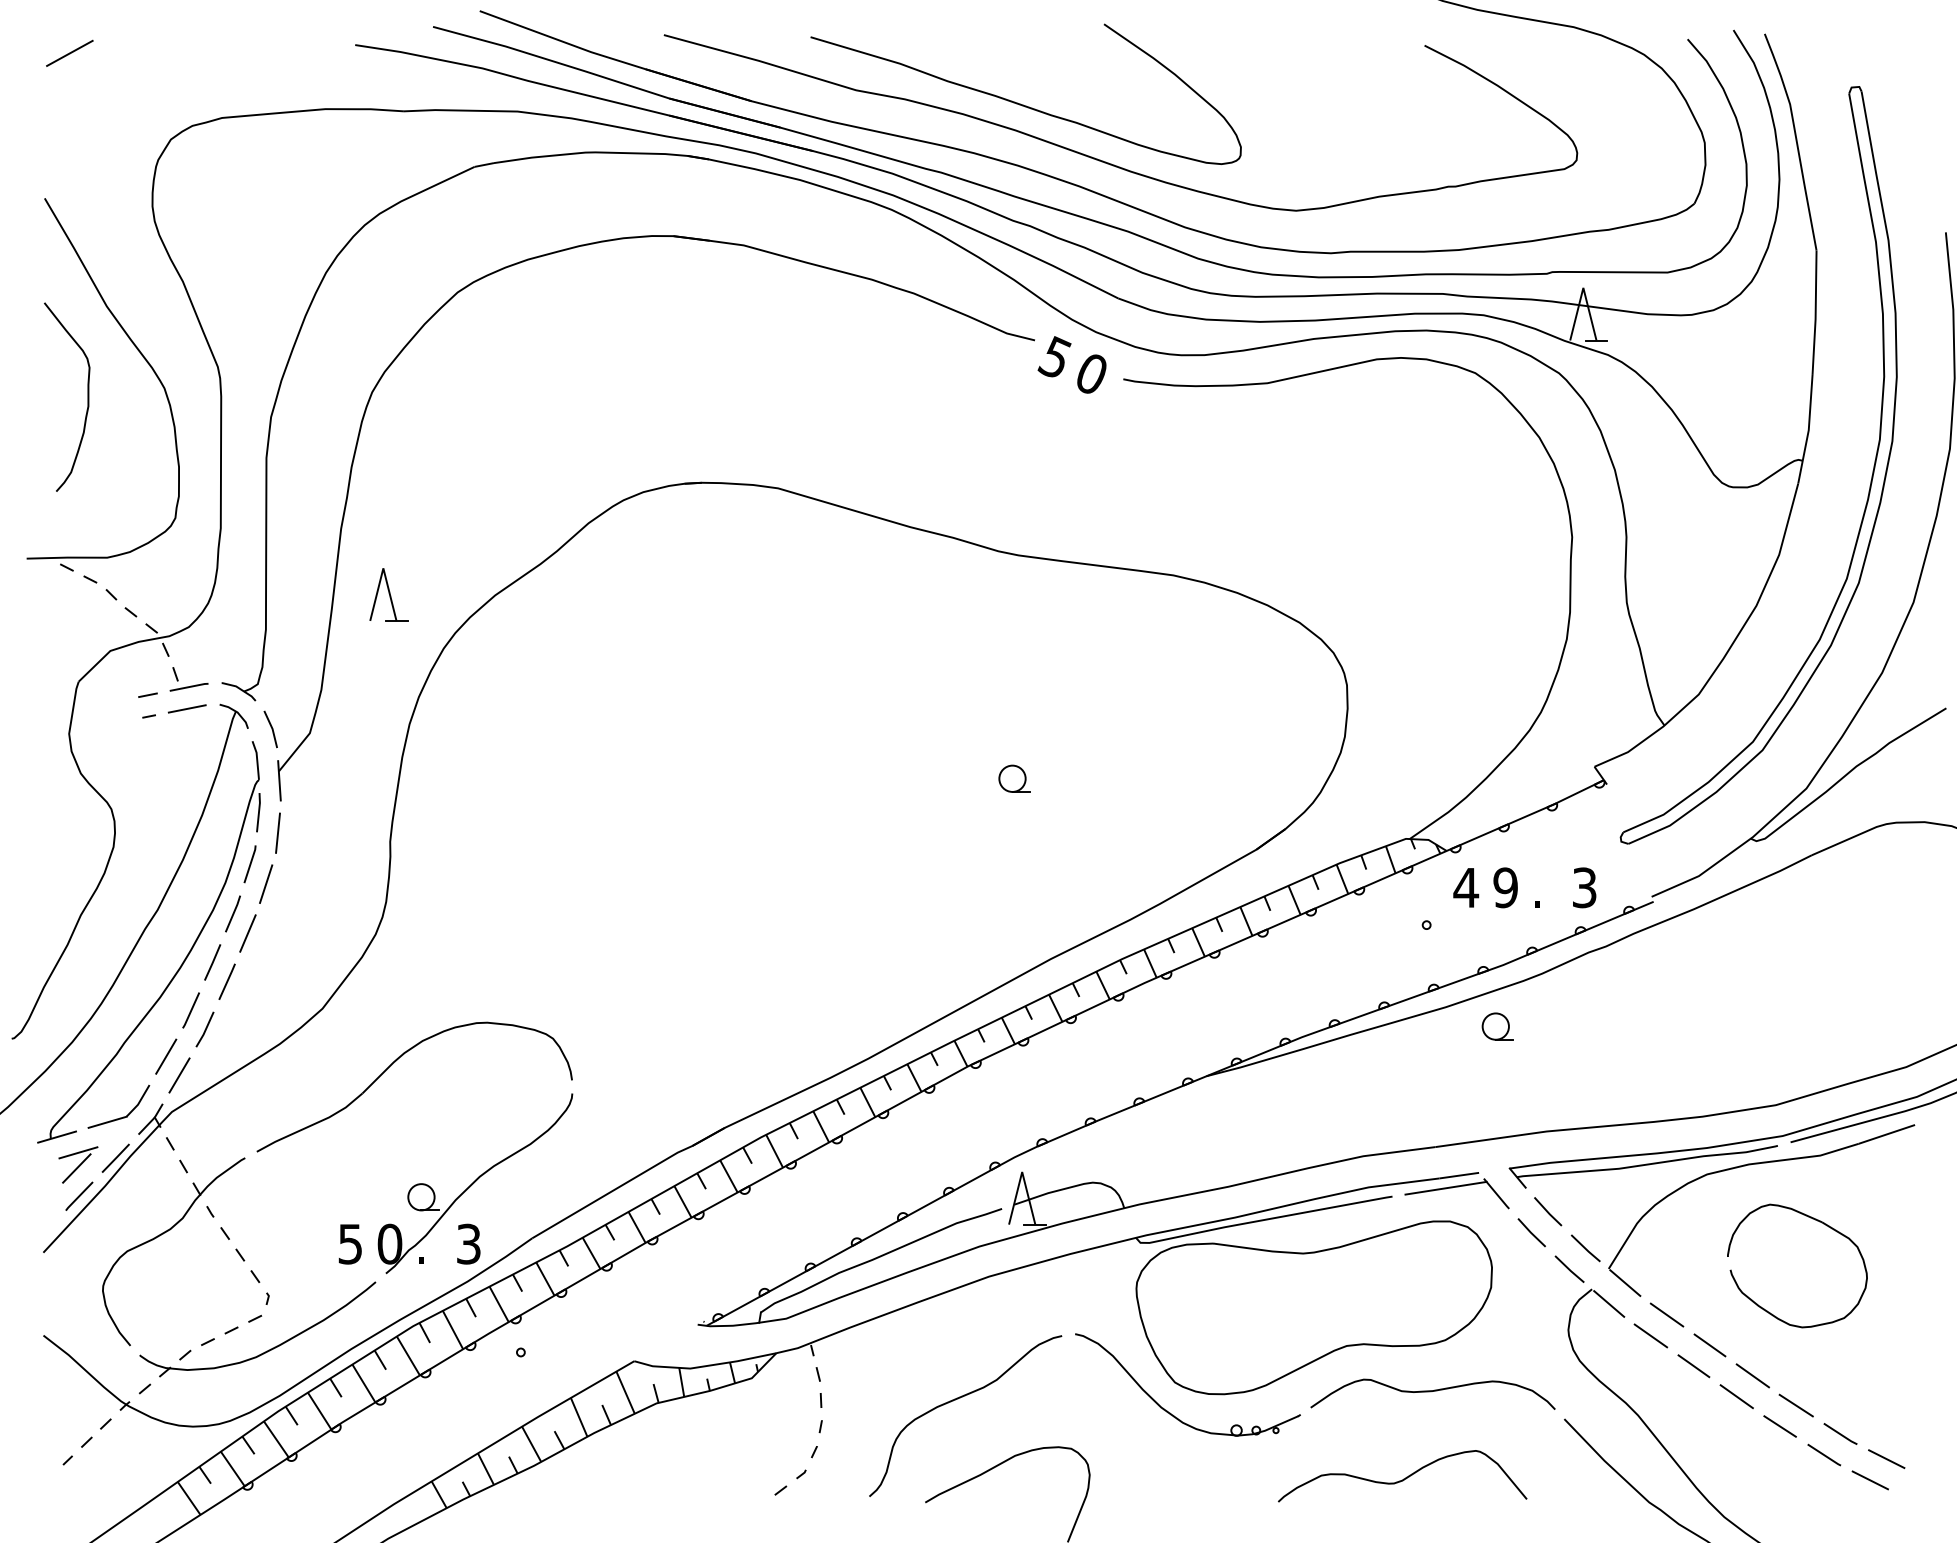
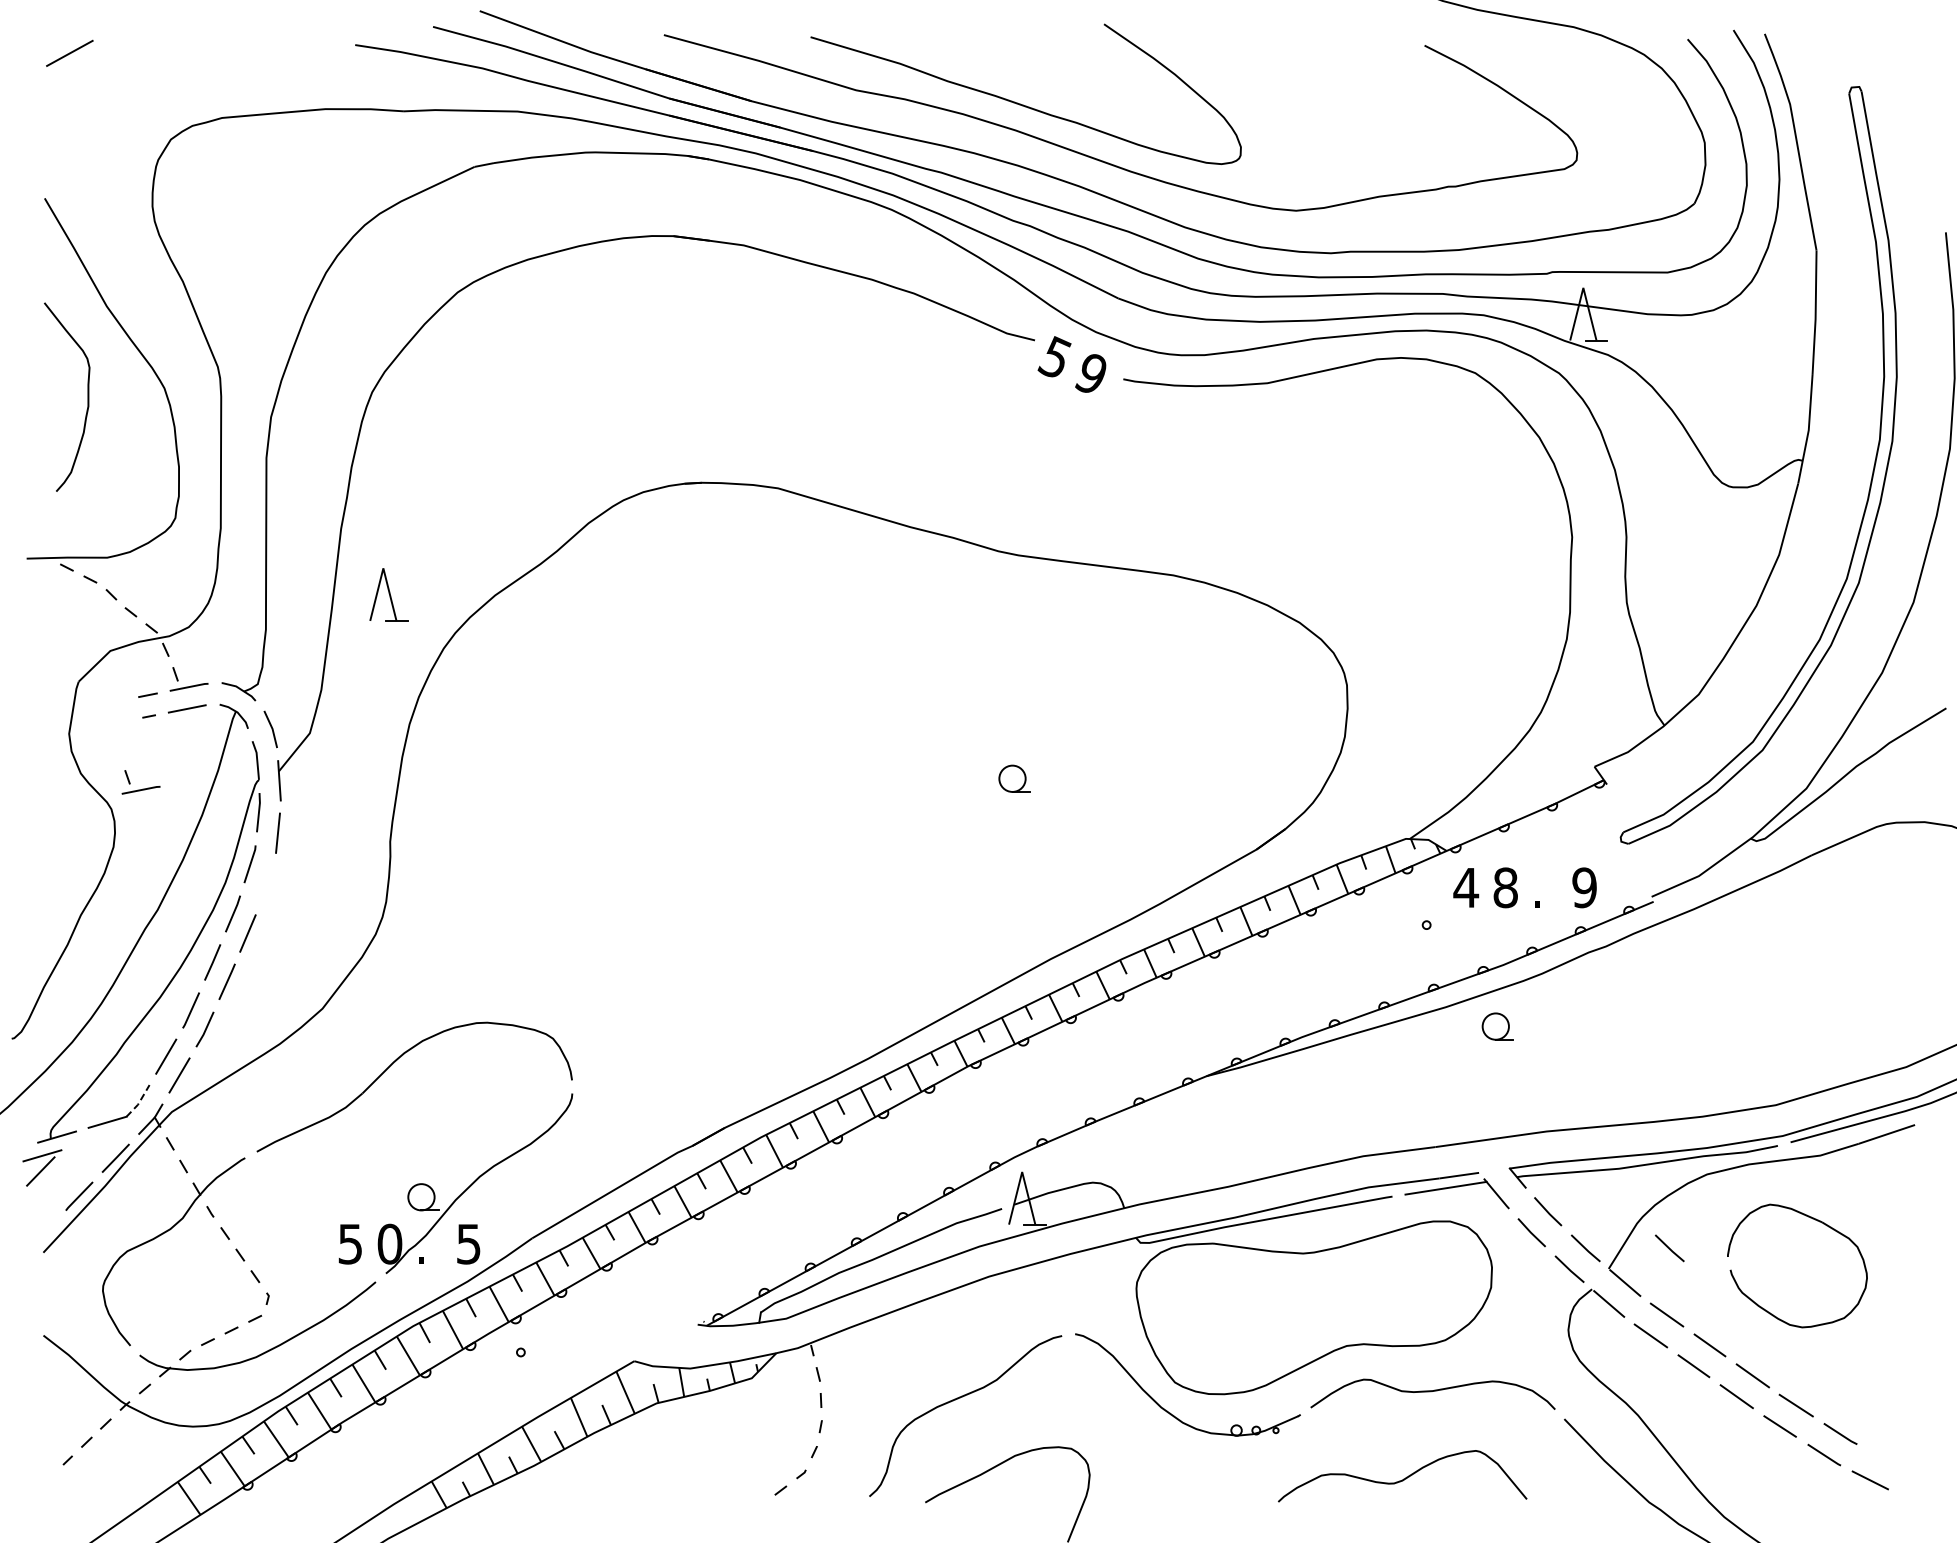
text at (1090, 373): 0 -> 9
part at (142, 788): none -> present
line at (266, 883): present -> none
text at (1505, 887): 9 -> 8
text at (1584, 887): 3 -> 9
line at (139, 1102): solid -> dashed
part at (78, 1164) position: (78, 1164) -> (42, 1167)
text at (469, 1243): 3 -> 5
line at (1669, 1248): none -> present
line at (1886, 1459): present -> none
